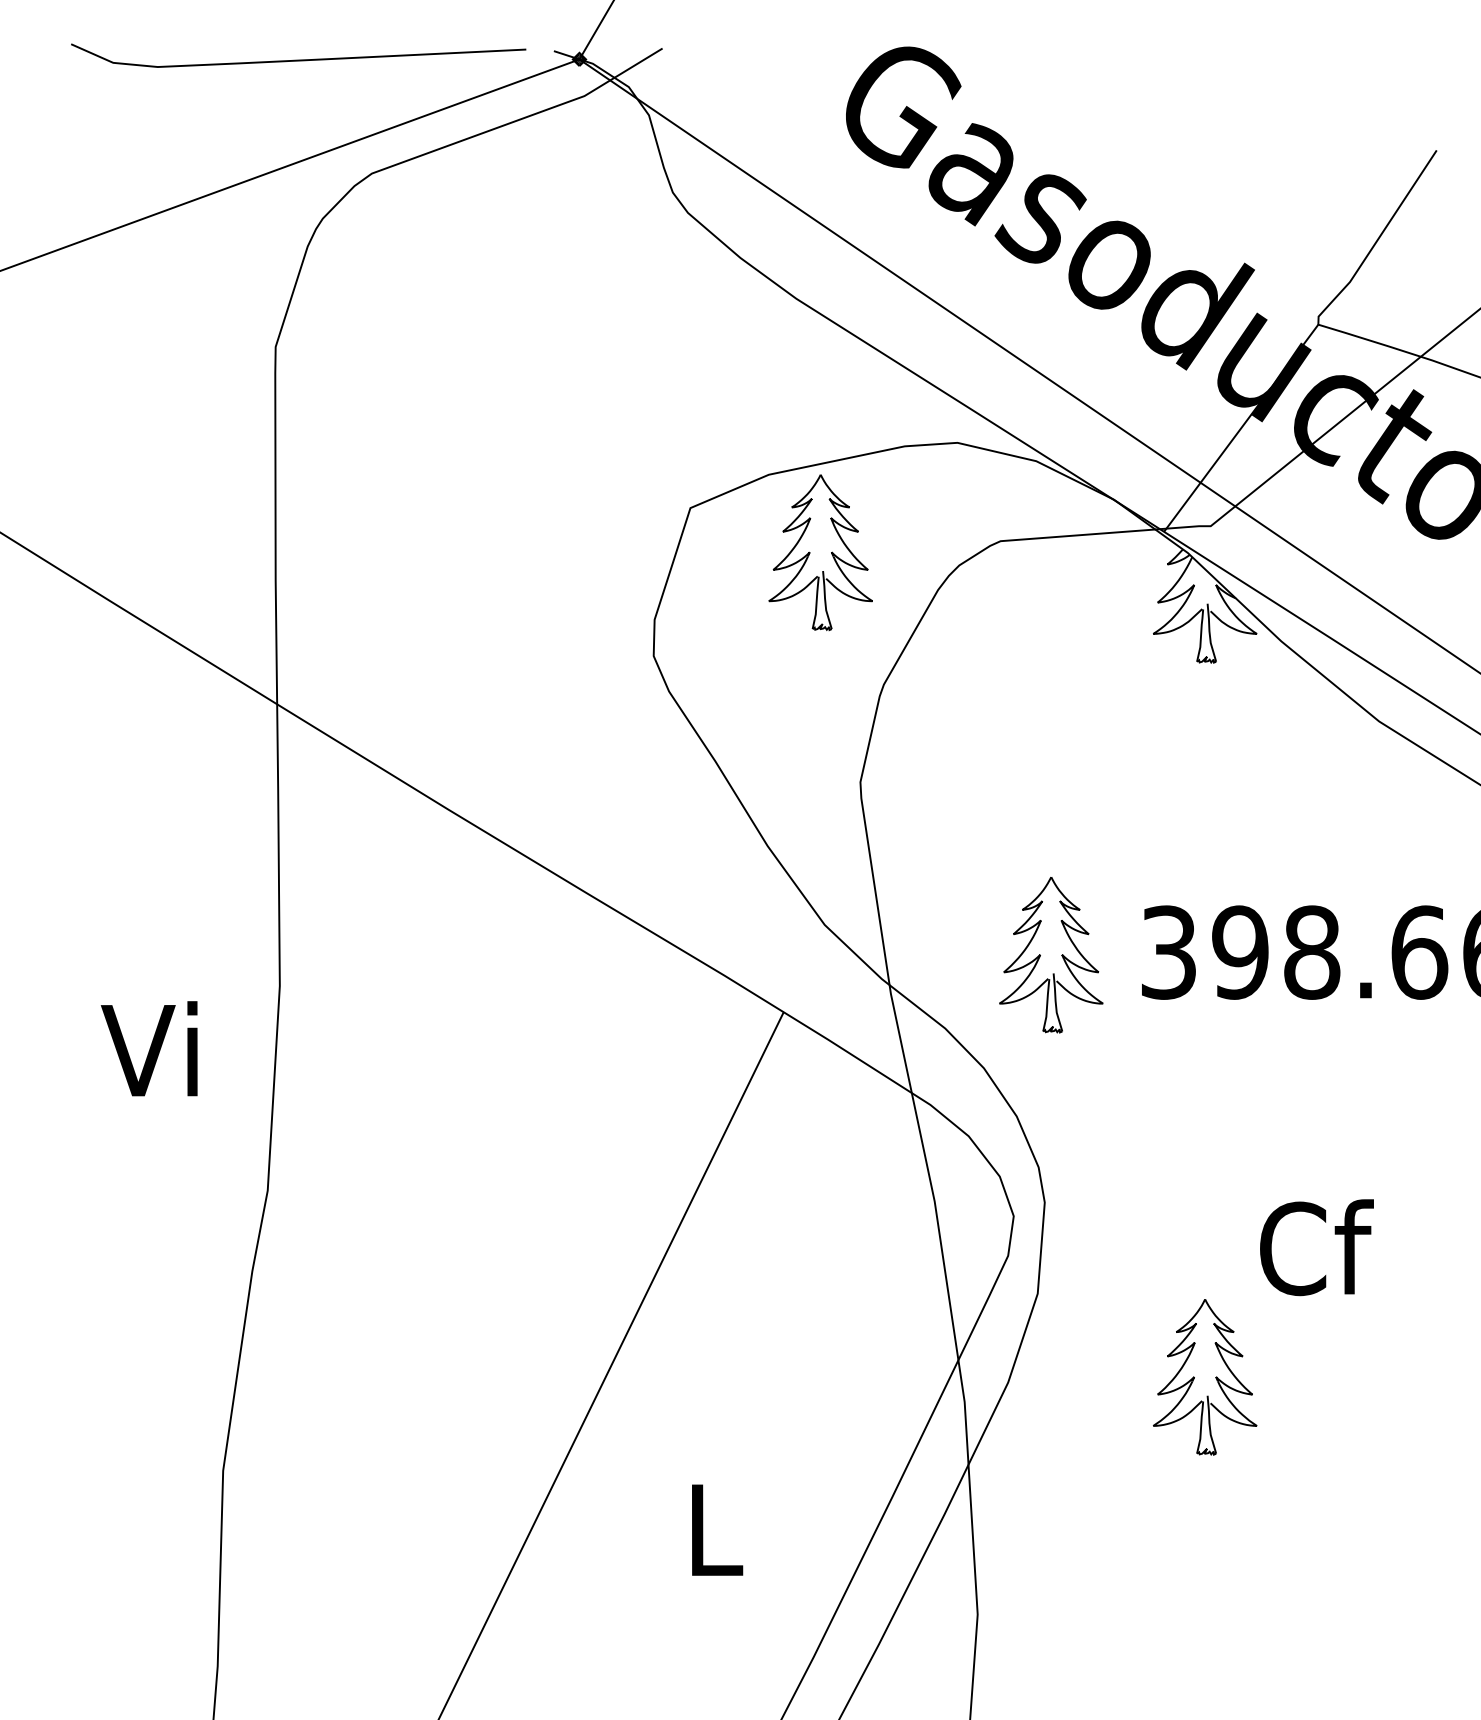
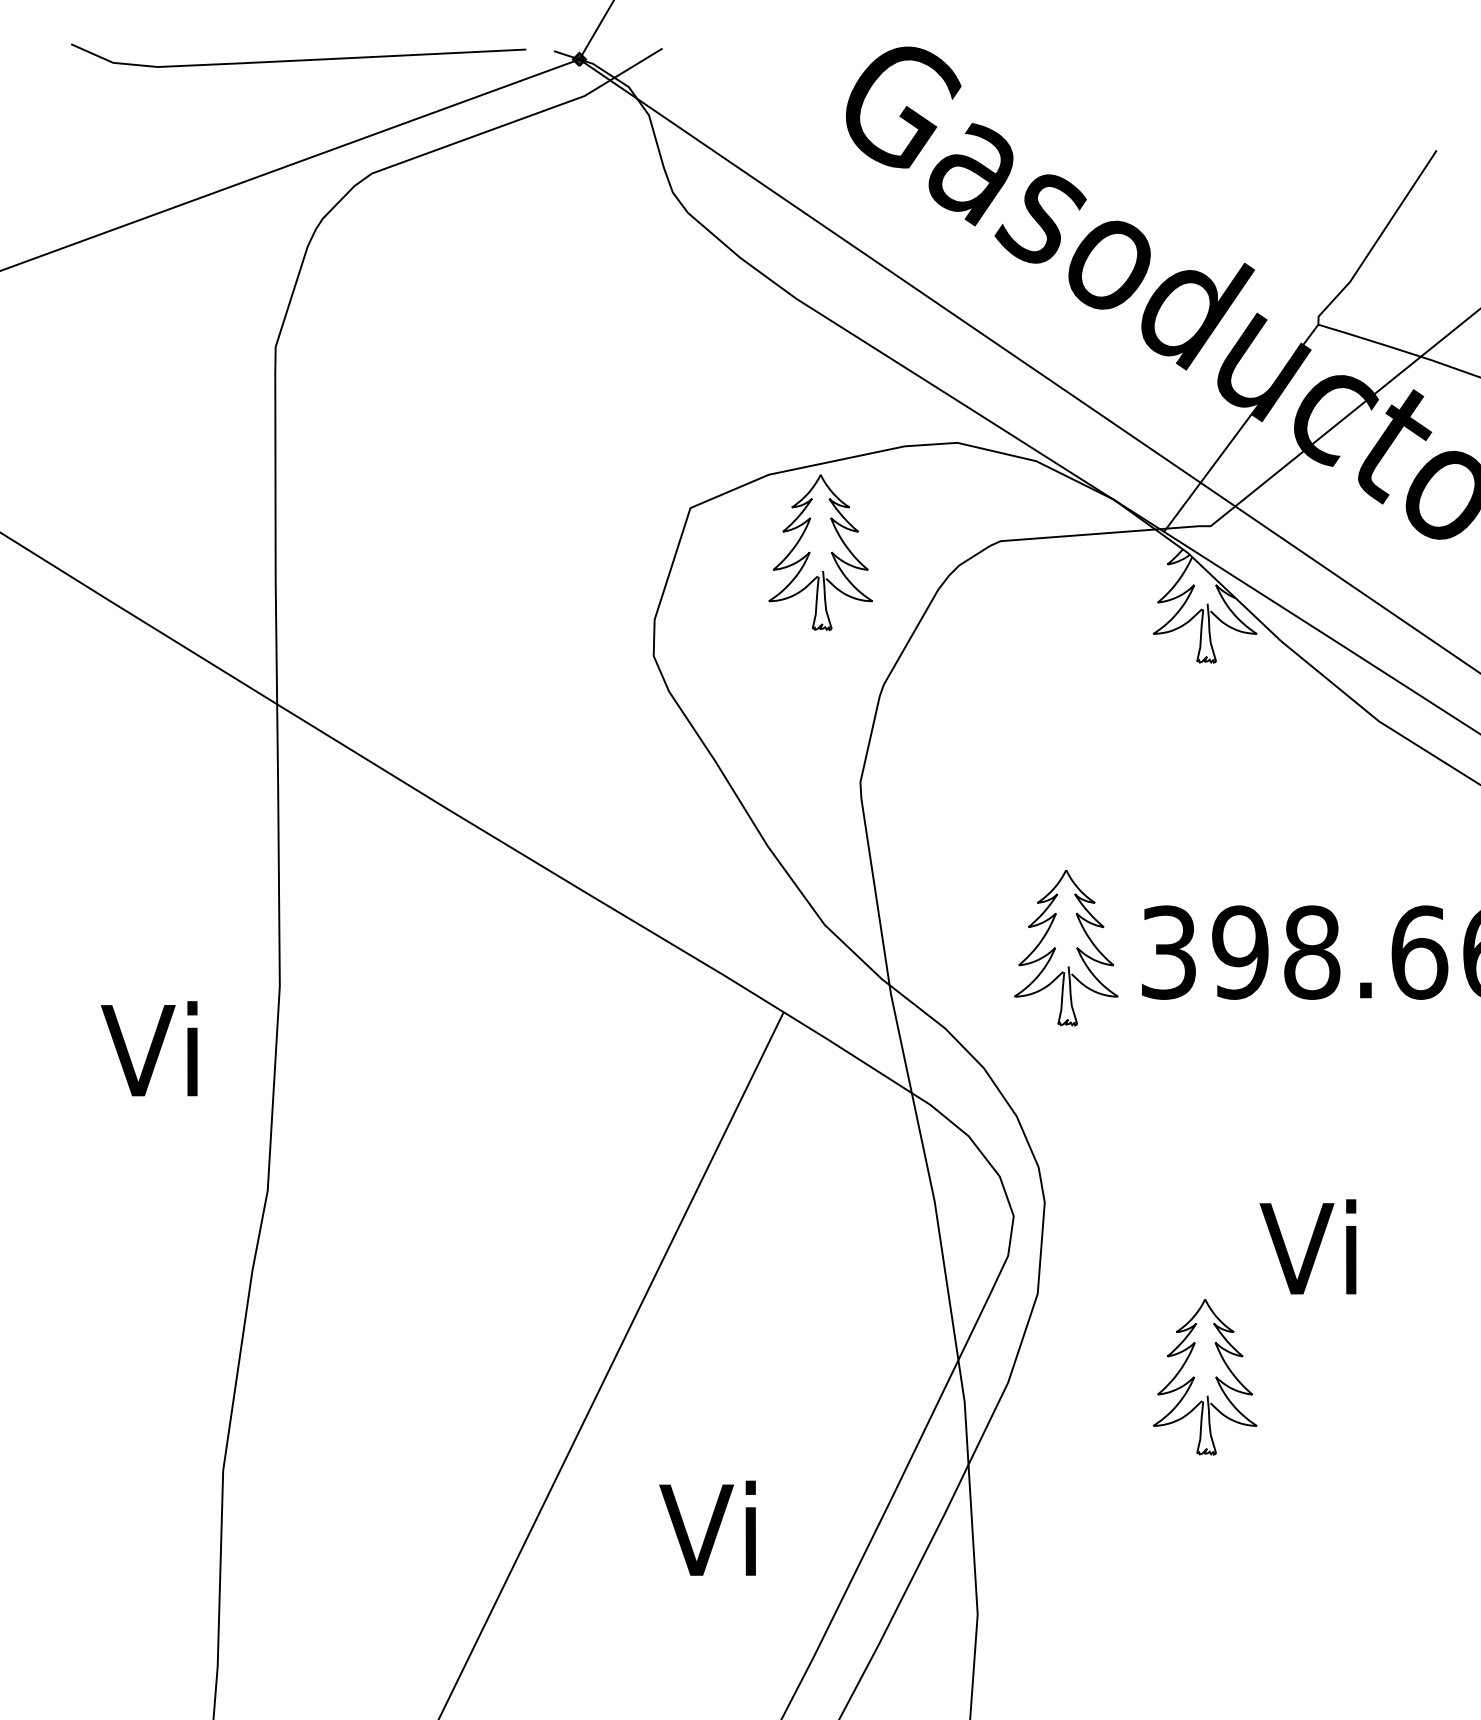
part at (1051, 955) position: (1051, 955) -> (1066, 948)
text at (1316, 1247): Cf -> Vi
text at (707, 1527): L -> Vi
